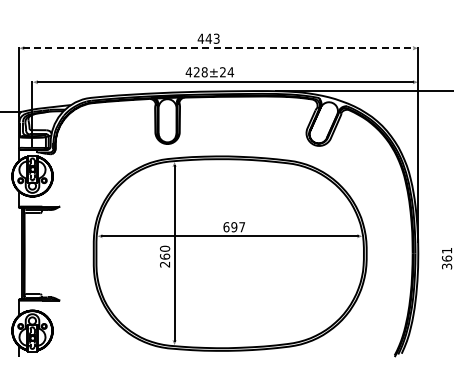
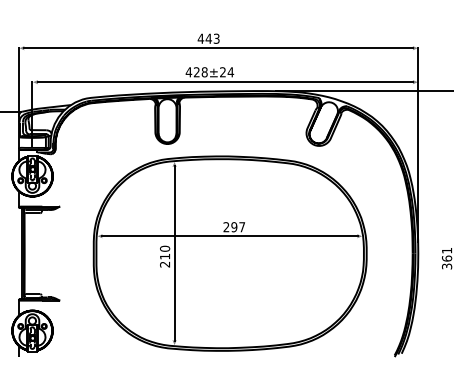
line at (218, 48): dashed -> solid
text at (226, 227): 697 -> 297
text at (165, 256): 260 -> 210
